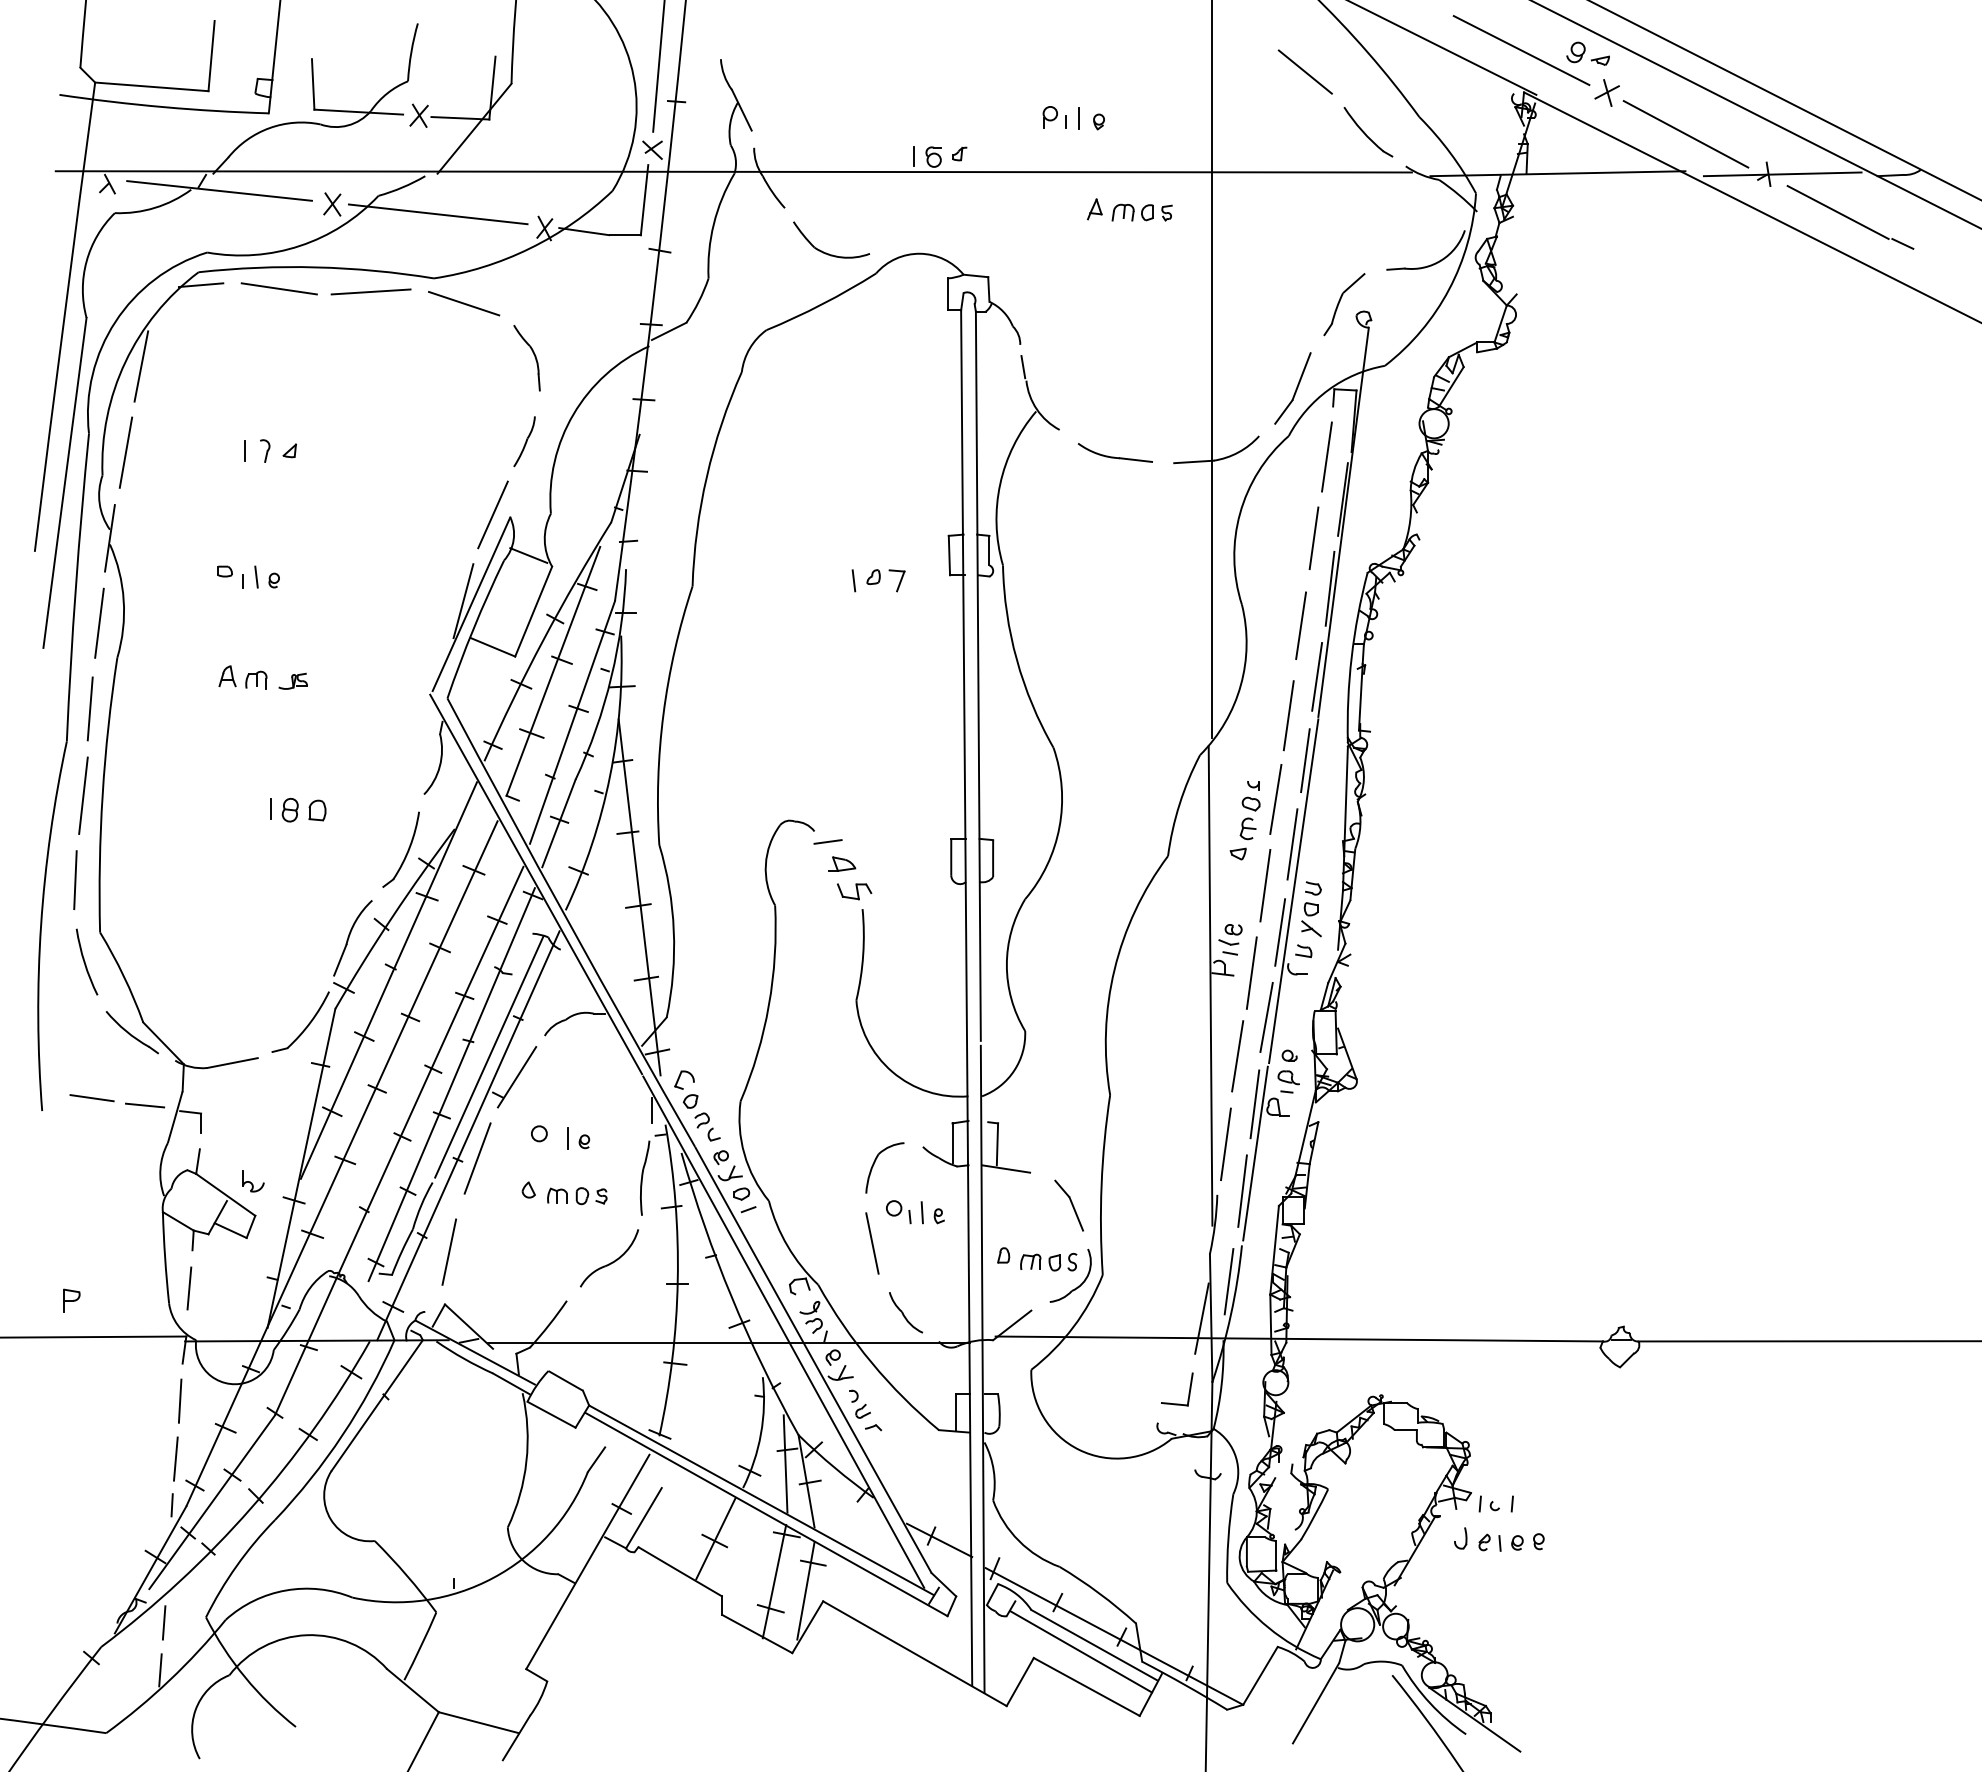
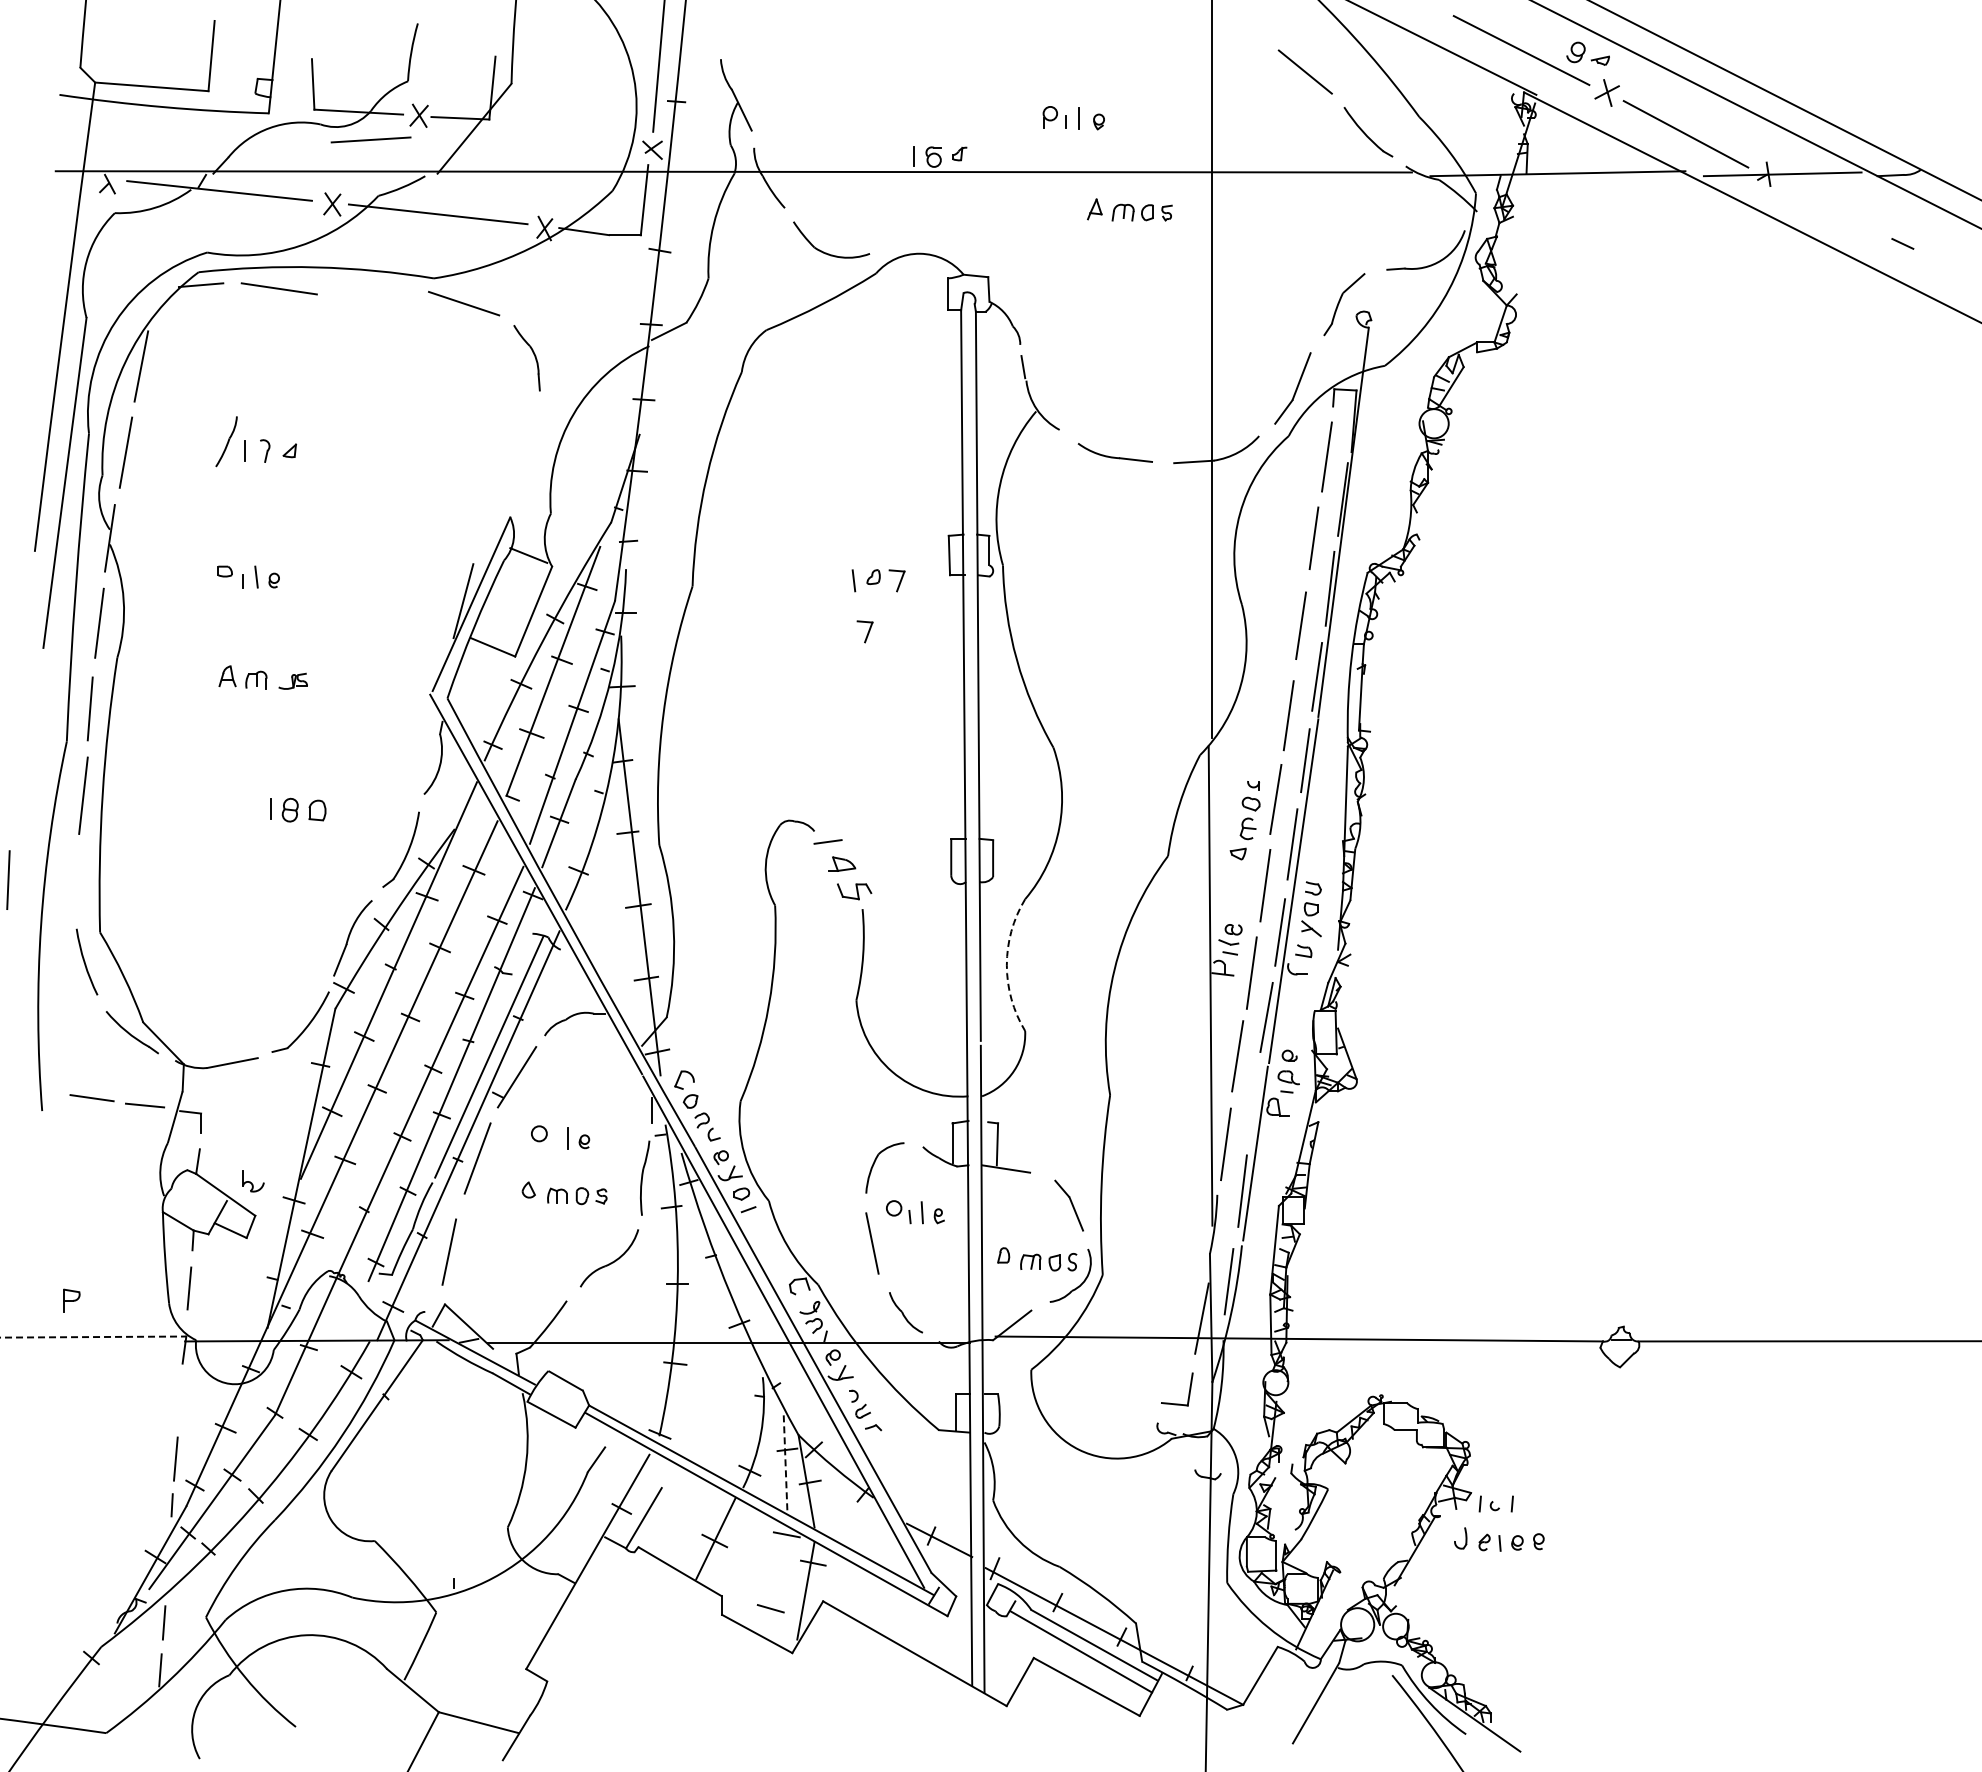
line at (1837, 212): present -> none
line at (370, 291) position: (370, 291) -> (370, 139)
part at (524, 441) position: (524, 441) -> (226, 441)
line at (492, 514): present -> none
part at (864, 631): none -> present
line at (75, 879) position: (75, 879) -> (8, 879)
arc at (1006, 965): solid -> dashed
line at (1254, 1104): present -> none
line at (93, 1337): solid -> dashed
line at (179, 1400): present -> none
line at (785, 1464): solid -> dashed
line at (774, 1581): present -> none
